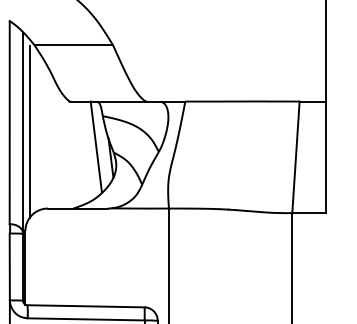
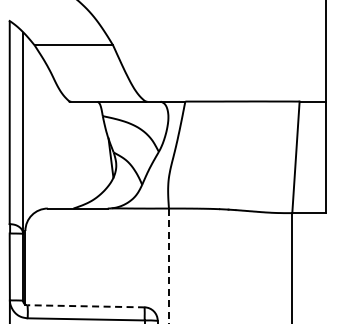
line at (29, 131): present -> none
line at (95, 146): present -> none
line at (168, 266): solid -> dashed
line at (86, 306): solid -> dashed
